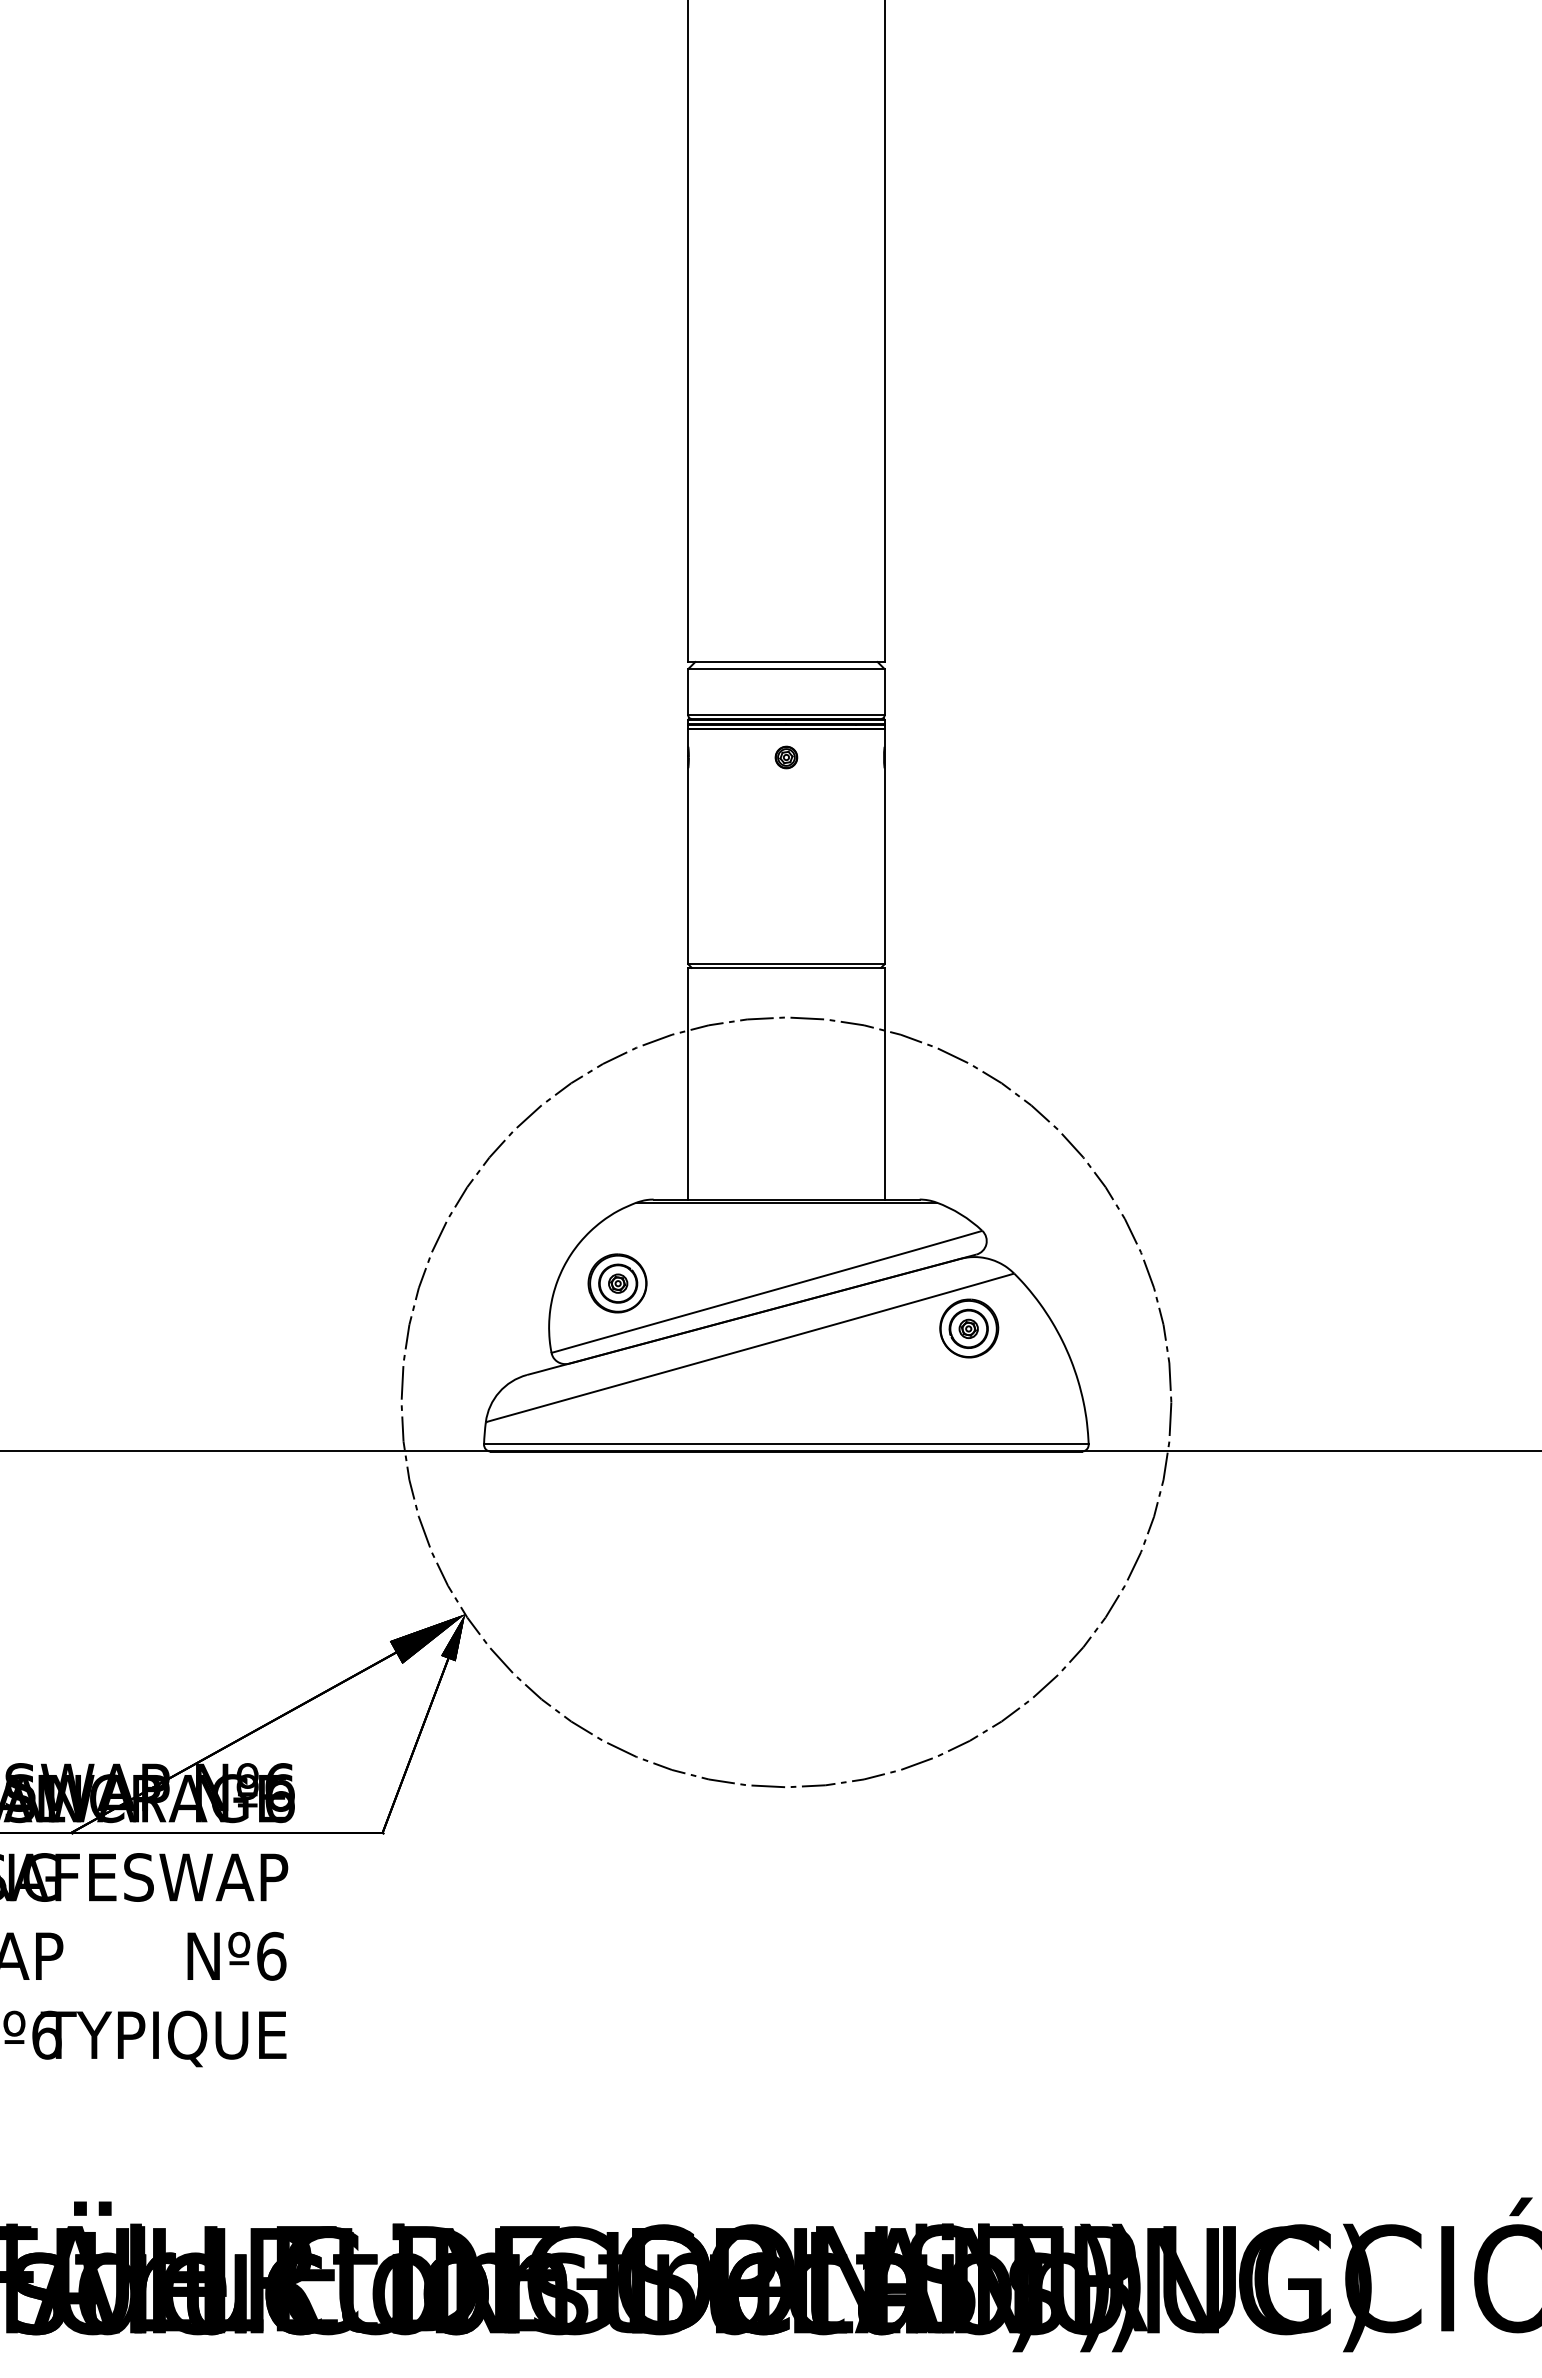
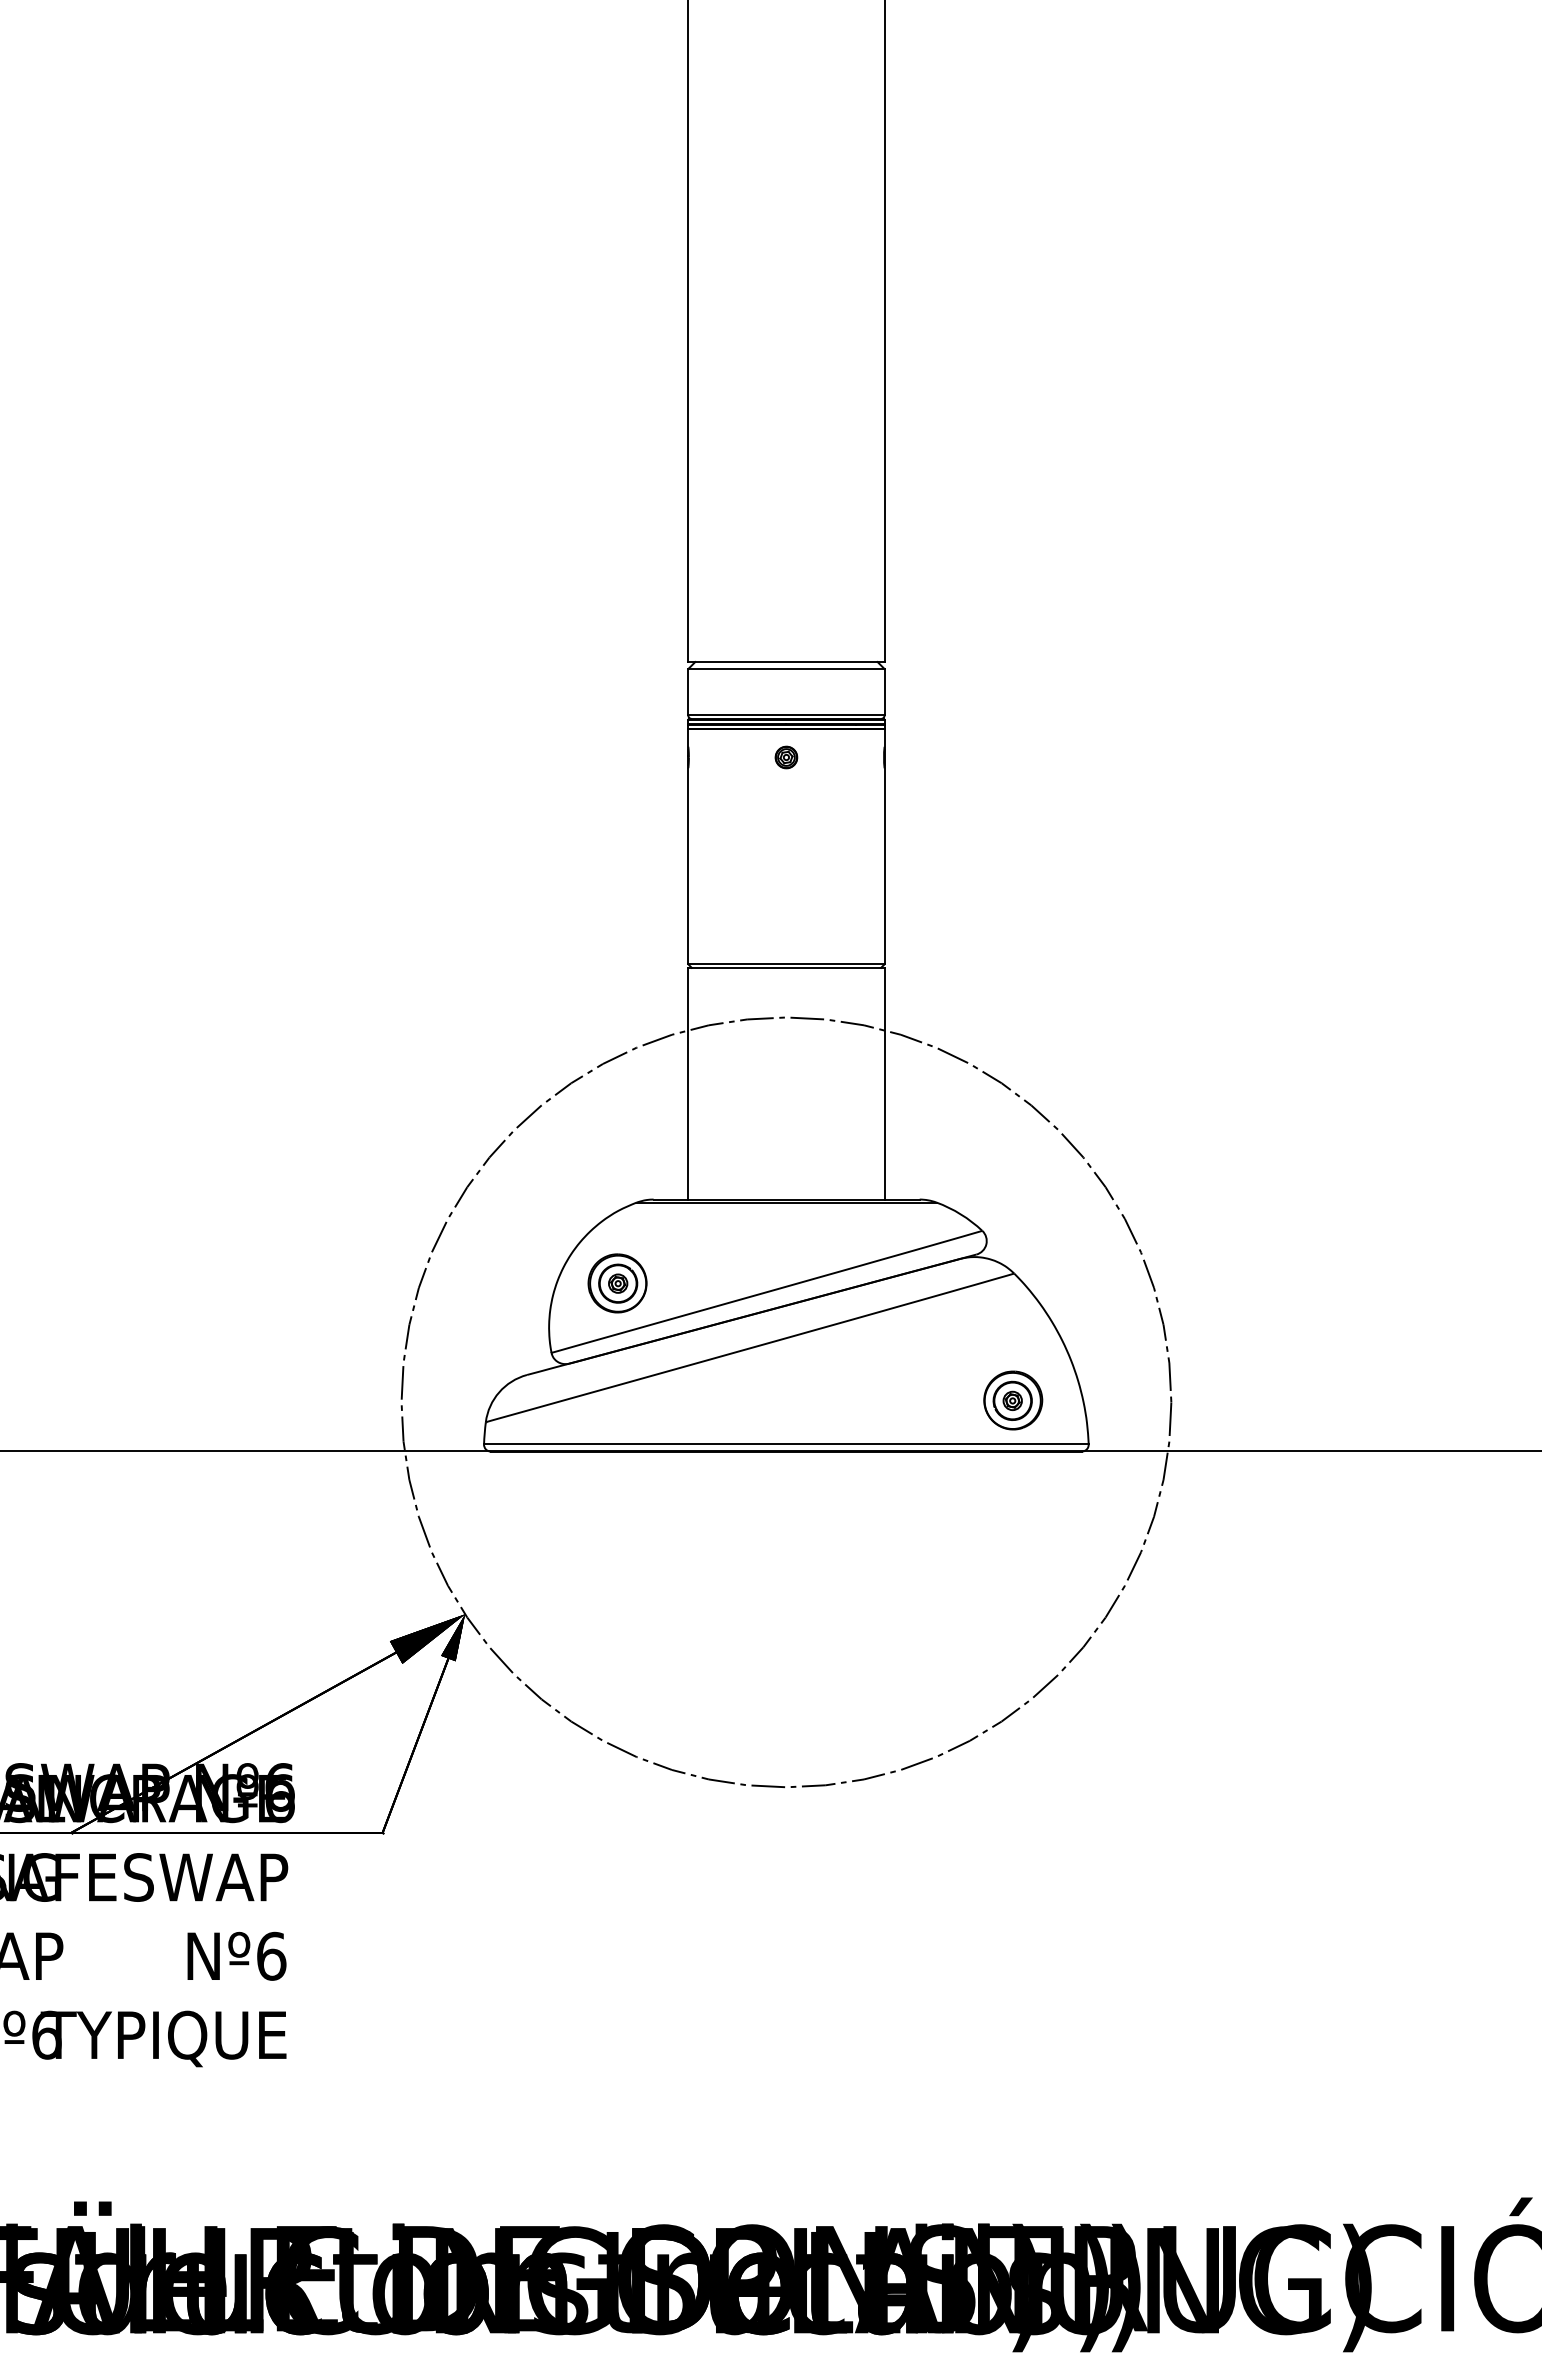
part at (969, 1328) position: (969, 1328) -> (1013, 1400)
